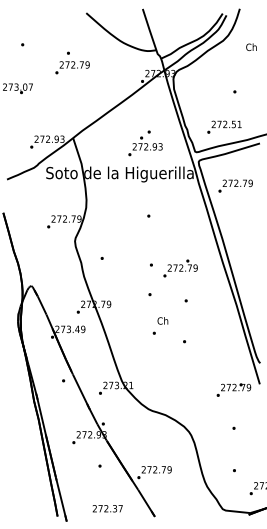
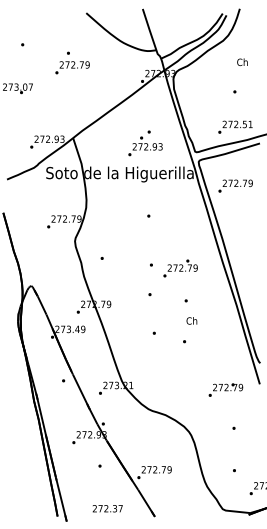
text at (251, 46) position: (251, 46) -> (242, 61)
text at (224, 126) position: (224, 126) -> (235, 126)
text at (162, 320) position: (162, 320) -> (191, 320)
text at (233, 389) position: (233, 389) -> (225, 389)
